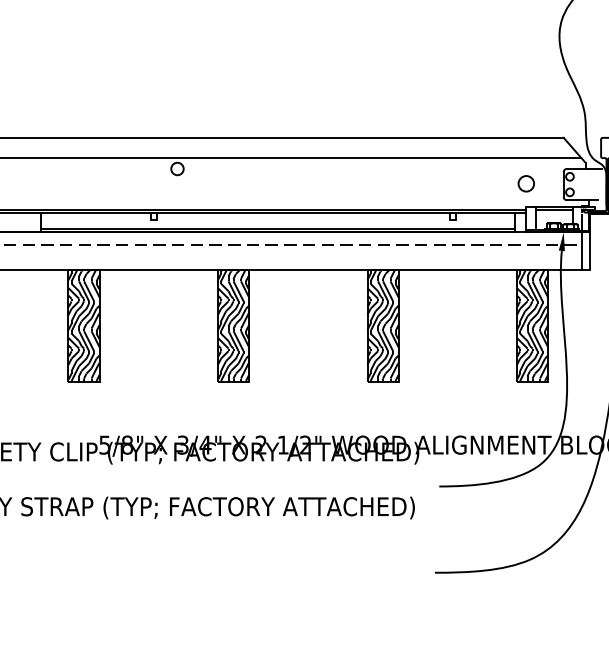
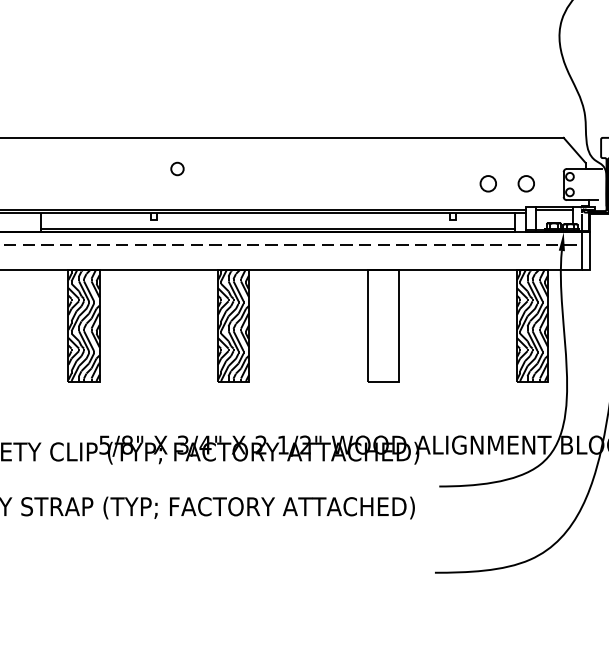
line at (291, 158): present -> none
circle at (487, 183): none -> present
hatch at (382, 325): present -> none
